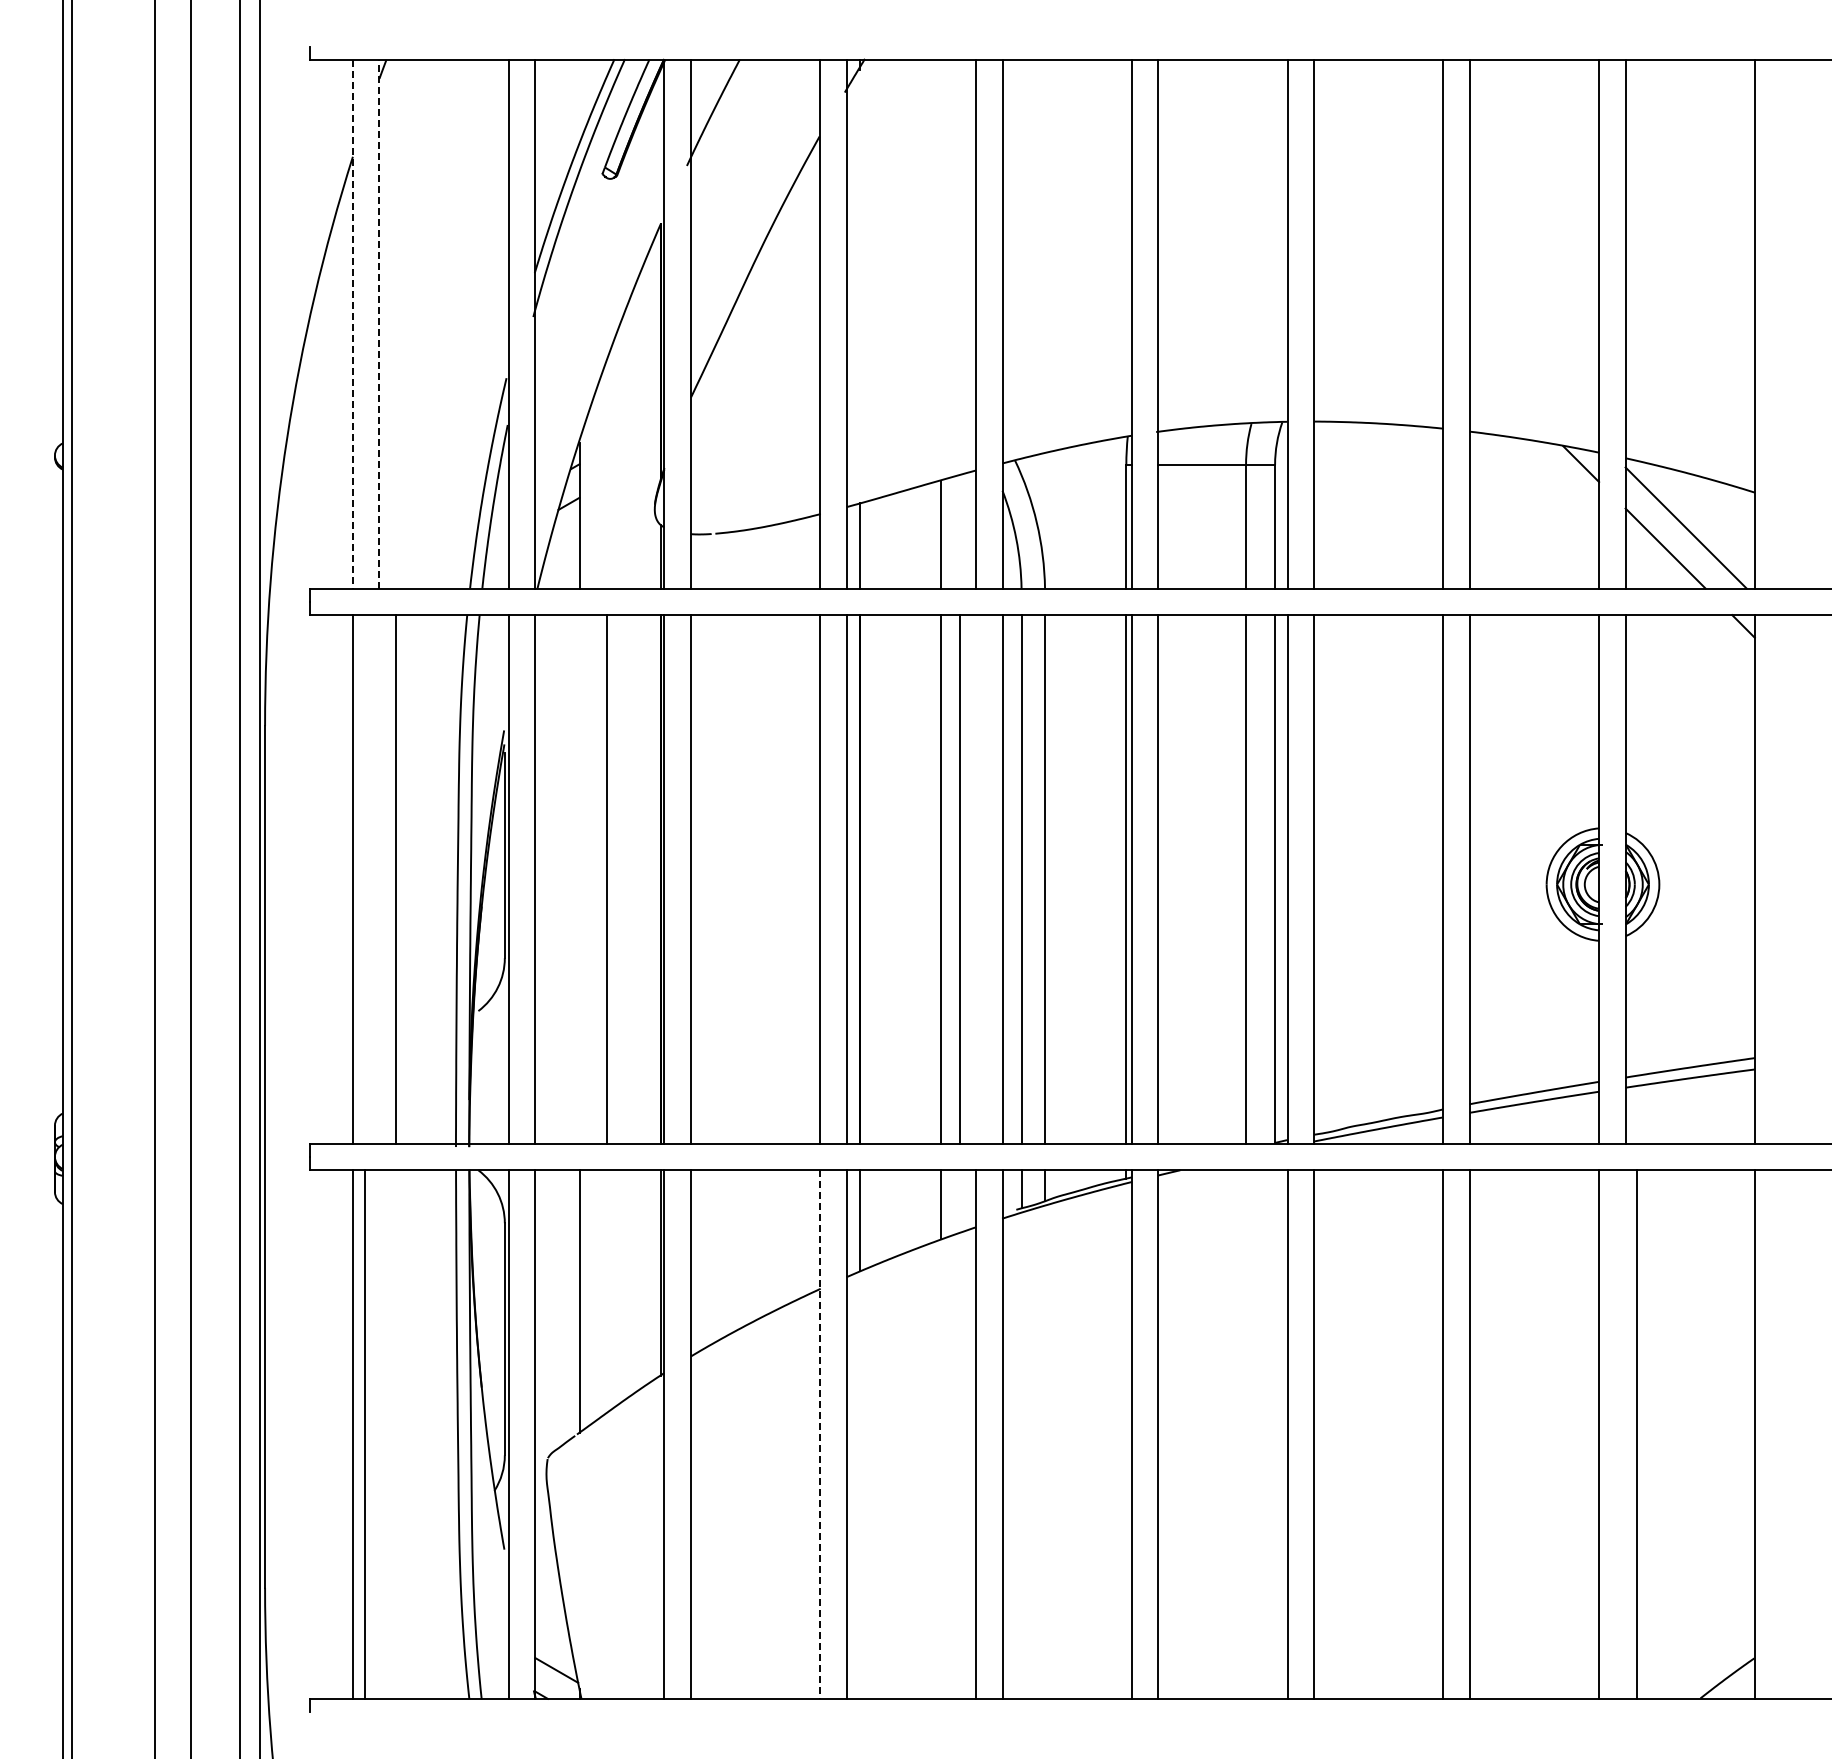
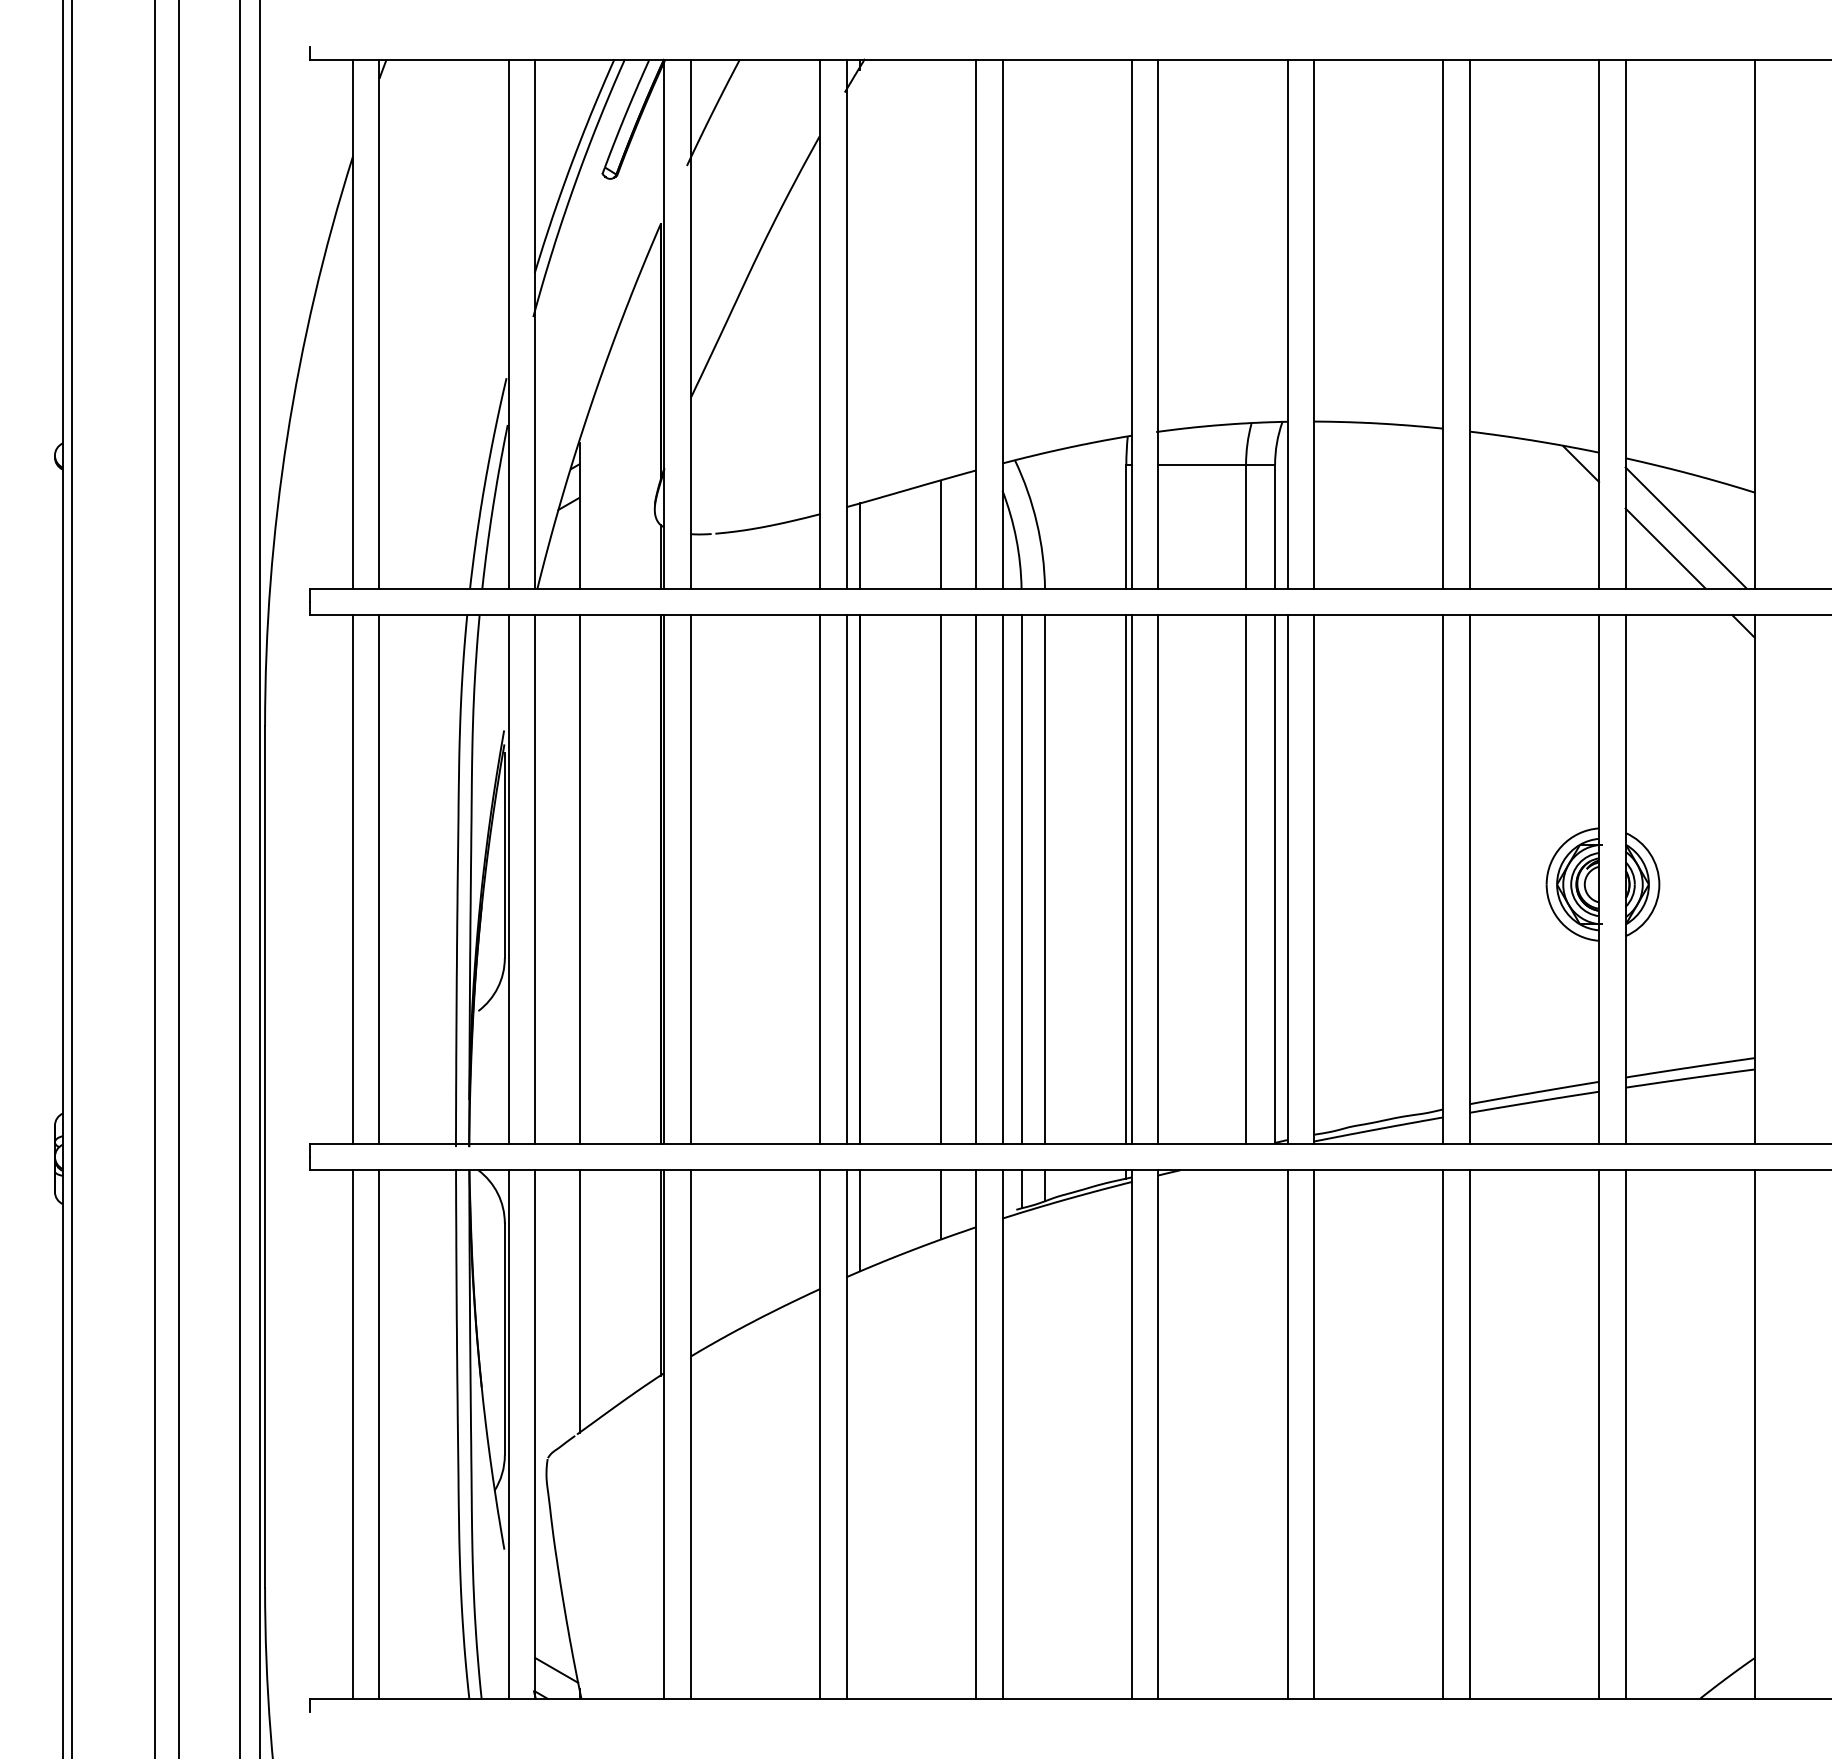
line at (379, 323): dashed -> solid
line at (352, 324): dashed -> solid
line at (190, 878) position: (190, 878) -> (178, 878)
line at (396, 879) position: (396, 879) -> (379, 879)
line at (606, 879) position: (606, 879) -> (579, 879)
line at (960, 879) position: (960, 879) -> (976, 879)
line at (365, 1434) position: (365, 1434) -> (379, 1434)
line at (1636, 1434) position: (1636, 1434) -> (1625, 1434)
line at (820, 1435): dashed -> solid
